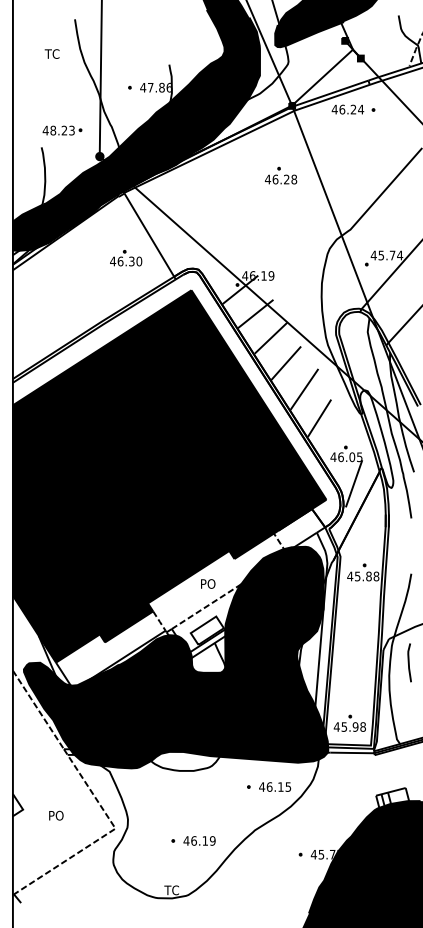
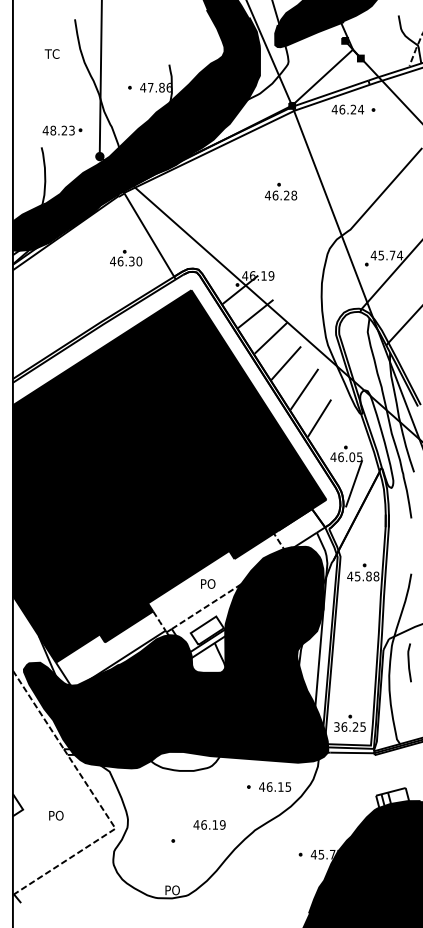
part at (281, 175) position: (281, 175) -> (281, 191)
text at (349, 726): 45.98 -> 36.25
text at (199, 840) position: (199, 840) -> (209, 824)
text at (171, 890): TC -> PO
